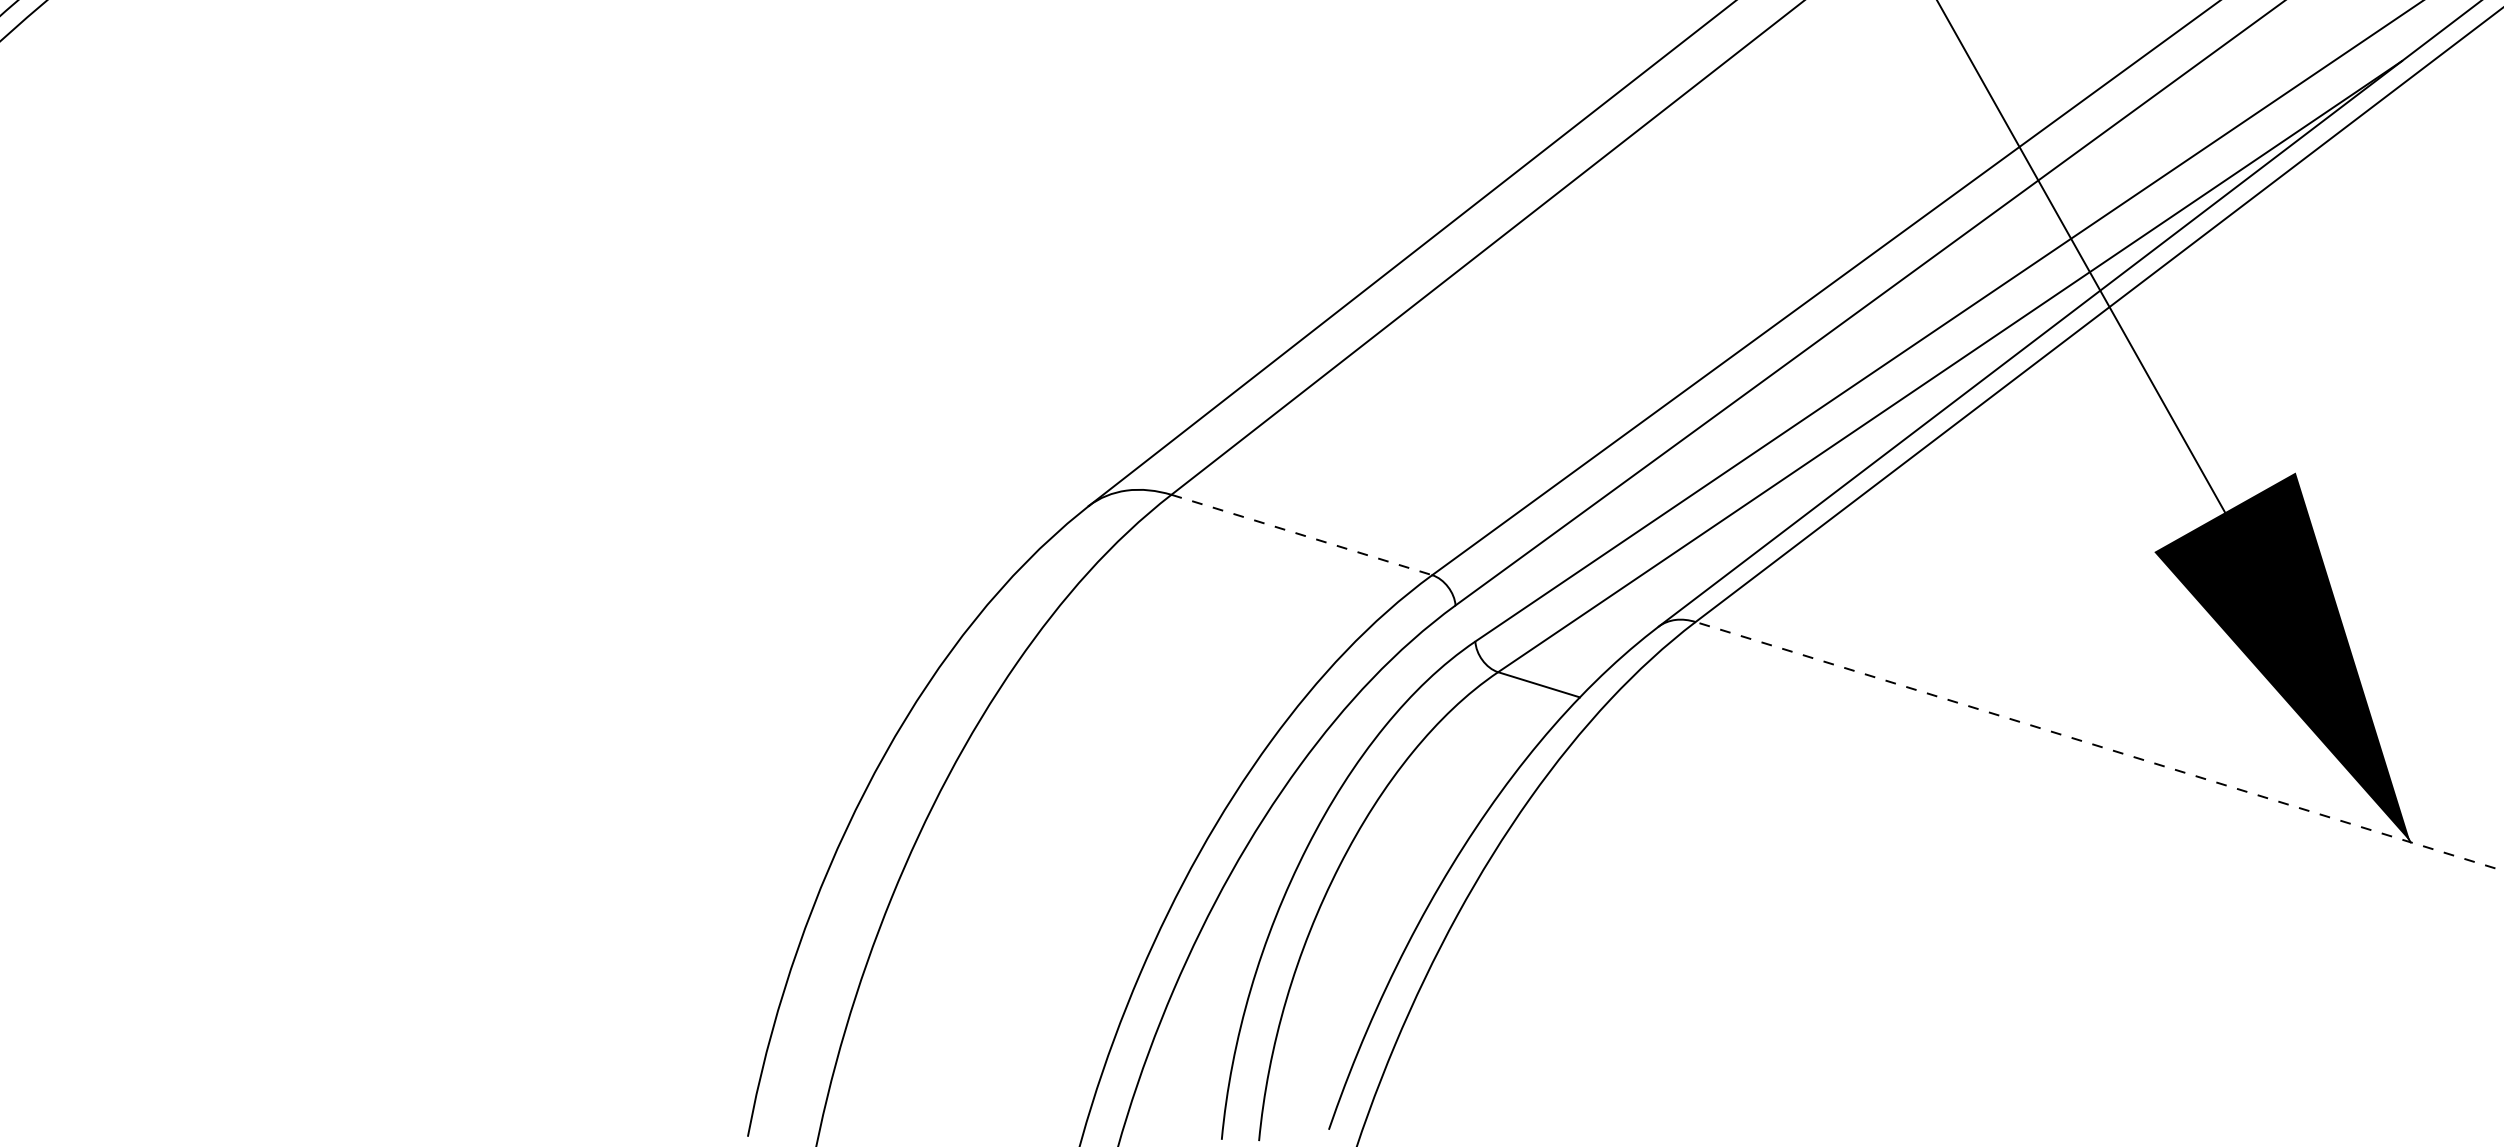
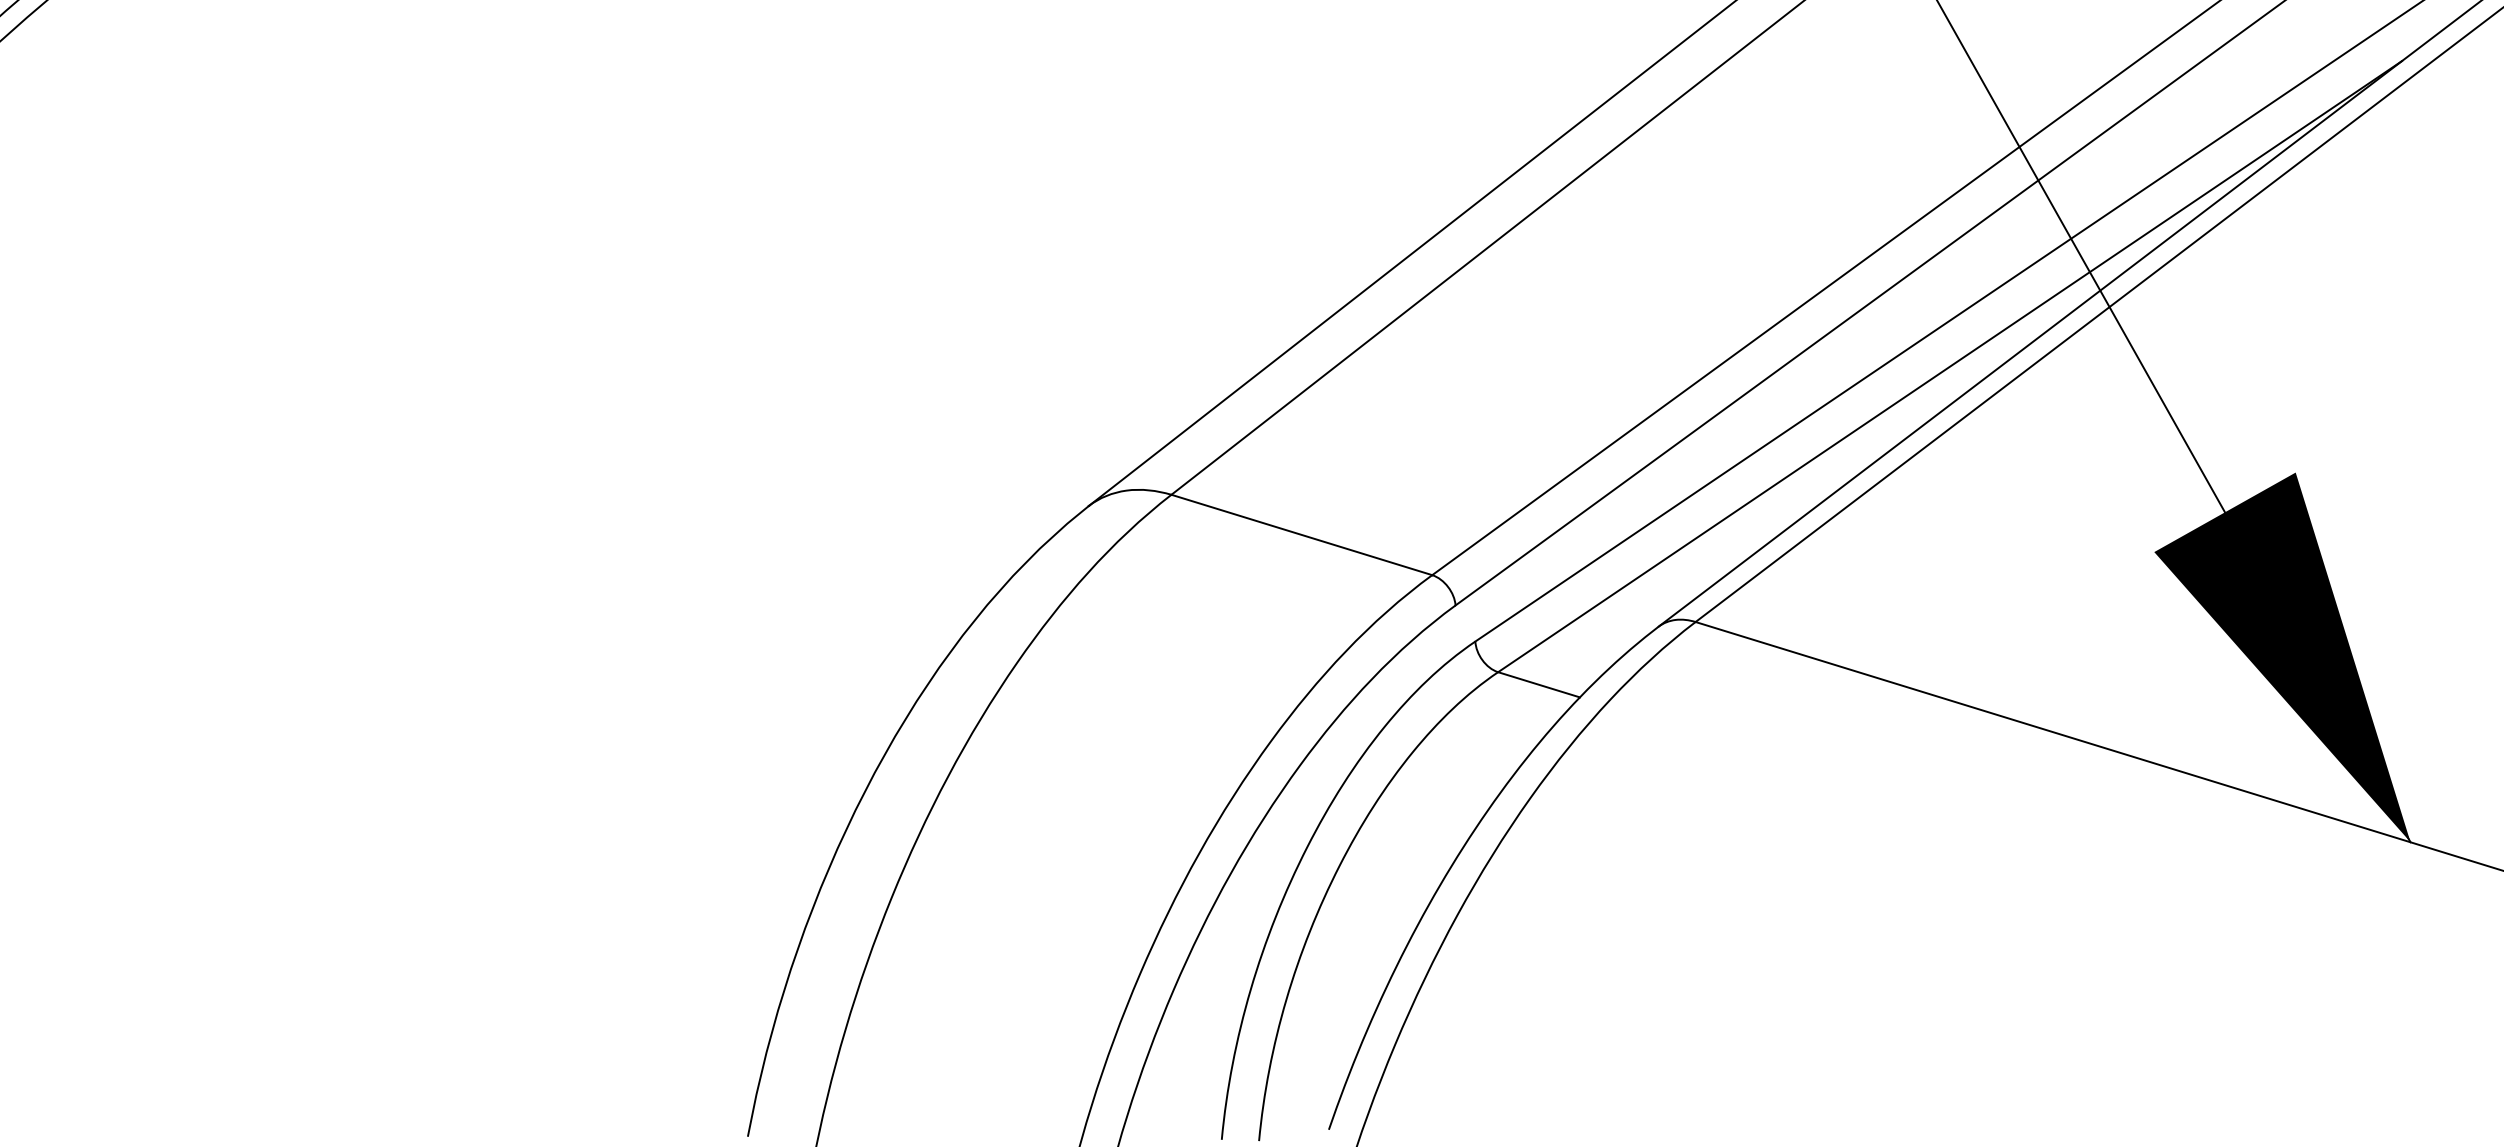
line at (1302, 535): dashed -> solid
line at (2099, 746): dashed -> solid
